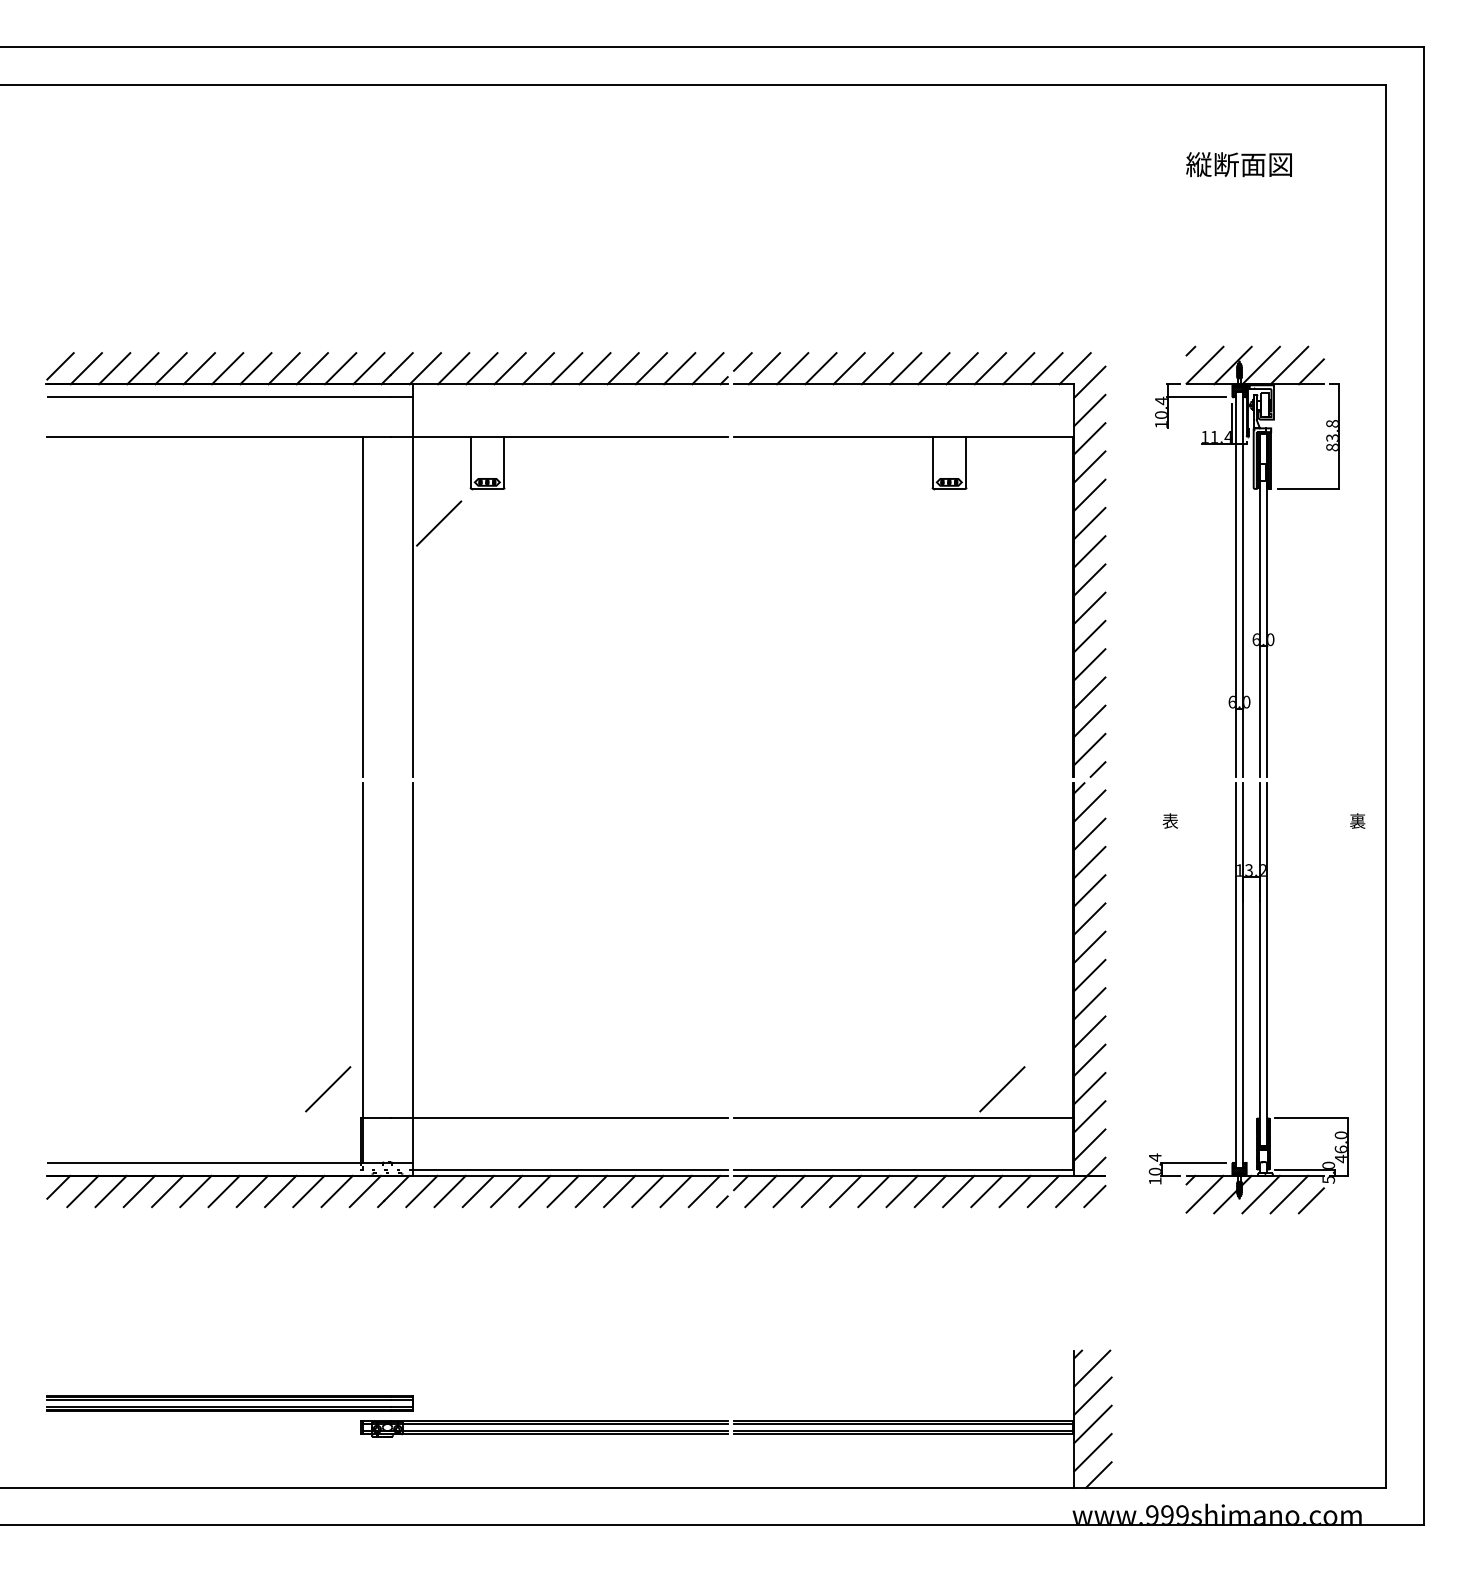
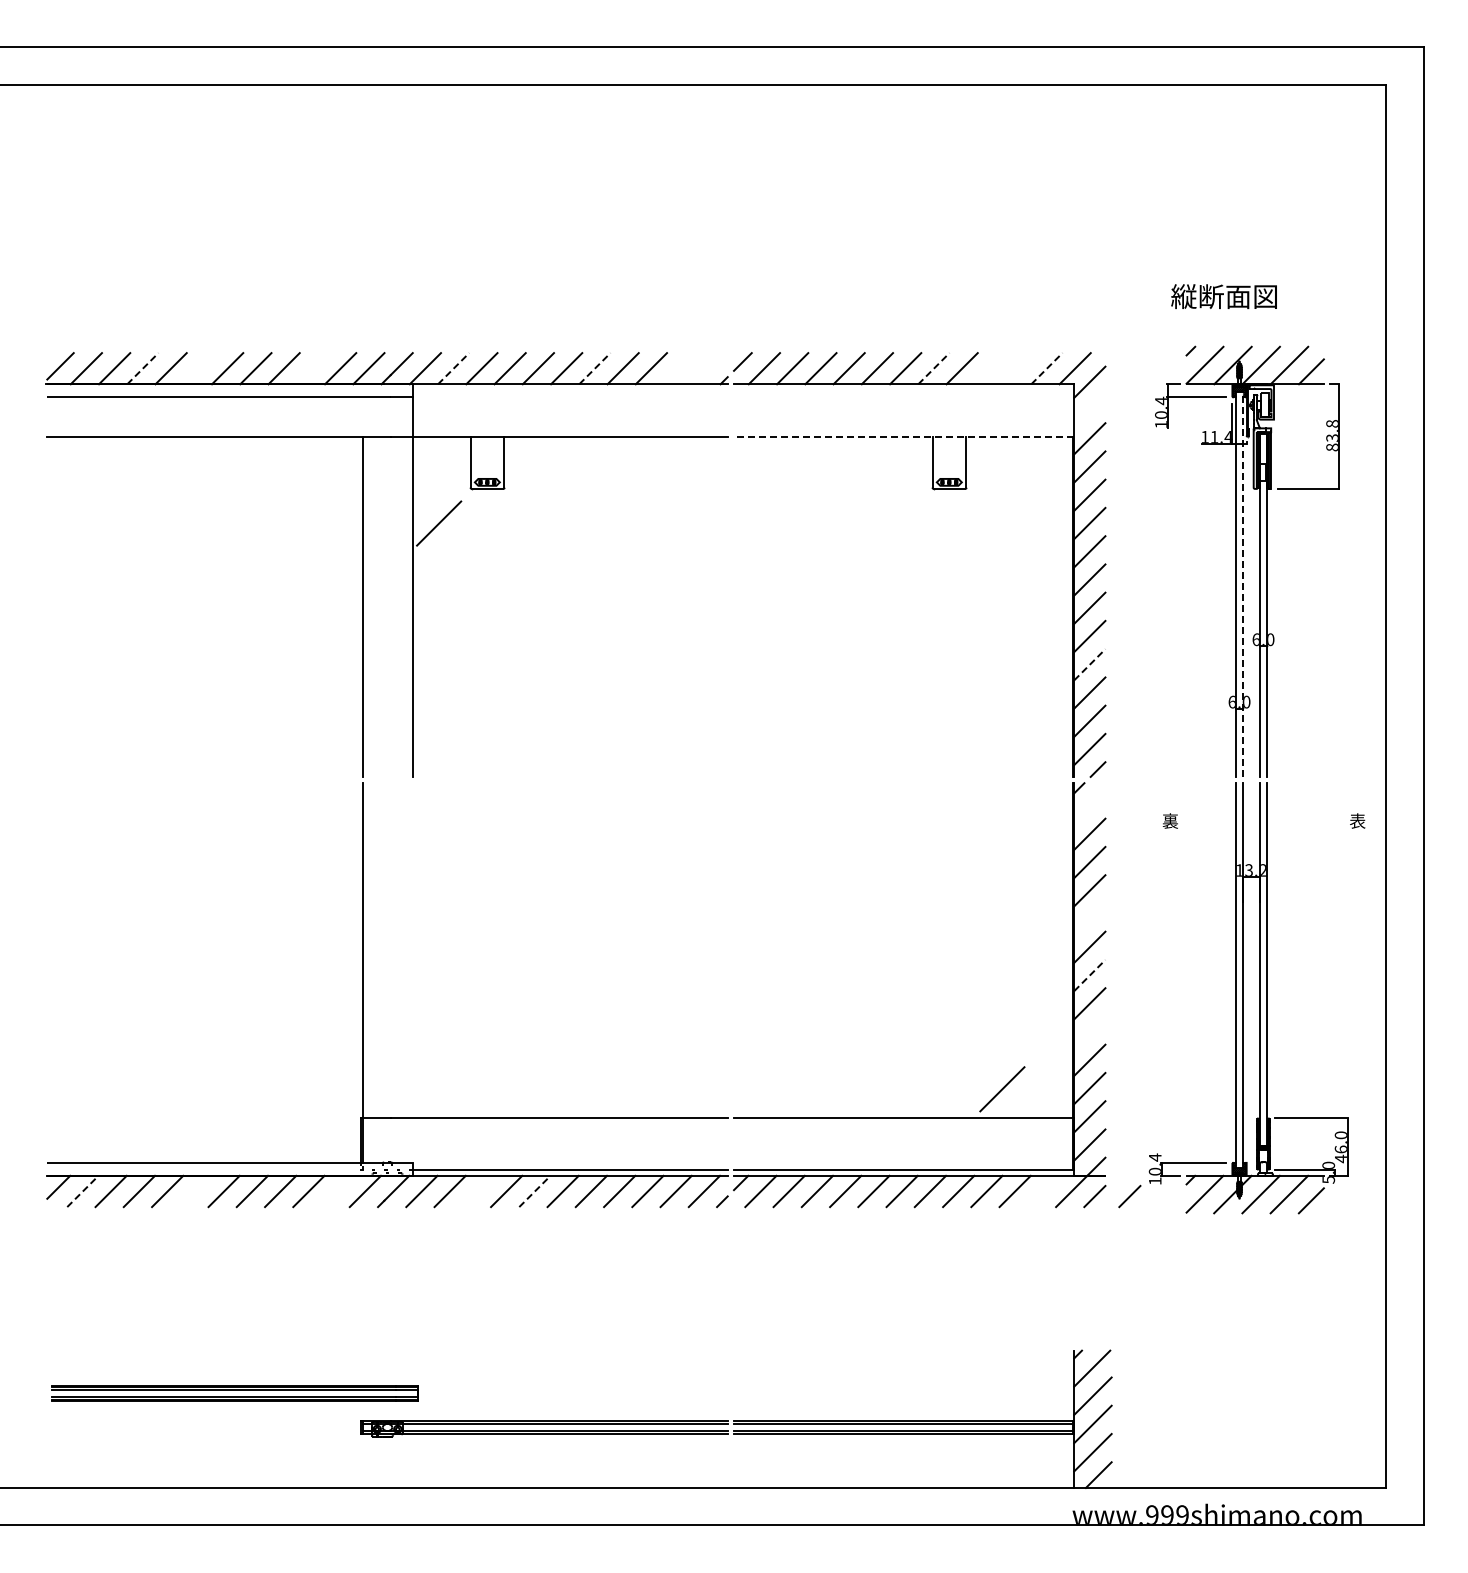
text at (1238, 164) position: (1238, 164) -> (1223, 296)
line at (143, 368): solid -> dashed
line at (199, 368): present -> none
line at (312, 368): present -> none
line at (454, 368): solid -> dashed
line at (595, 368): solid -> dashed
line at (679, 368): present -> none
line at (707, 368): present -> none
line at (934, 368): solid -> dashed
line at (990, 368): present -> none
line at (1018, 368): present -> none
line at (1047, 368): solid -> dashed
line at (1089, 410): present -> none
line at (903, 436): solid -> dashed
line at (1243, 584): solid -> dashed
line at (1090, 664): solid -> dashed
line at (1089, 805): present -> none
text at (1169, 821): 表 -> 裏
text at (1357, 821): 裏 -> 表
line at (1089, 918): present -> none
line at (412, 972): present -> none
line at (1090, 975): solid -> dashed
line at (1089, 1031): present -> none
line at (328, 1089): present -> none
line at (83, 1191): solid -> dashed
line at (195, 1191): present -> none
line at (336, 1191): present -> none
line at (478, 1191): present -> none
line at (535, 1191): solid -> dashed
line at (1043, 1191): present -> none
line at (1129, 1196): none -> present
part at (229, 1403) position: (229, 1403) -> (234, 1393)
